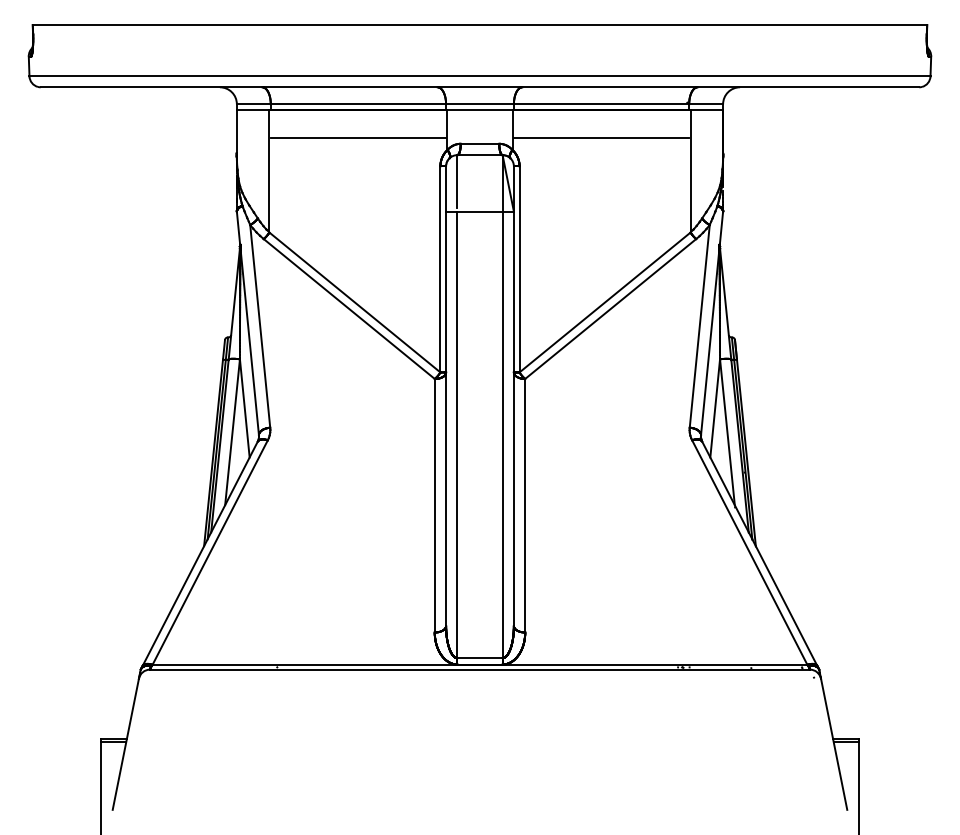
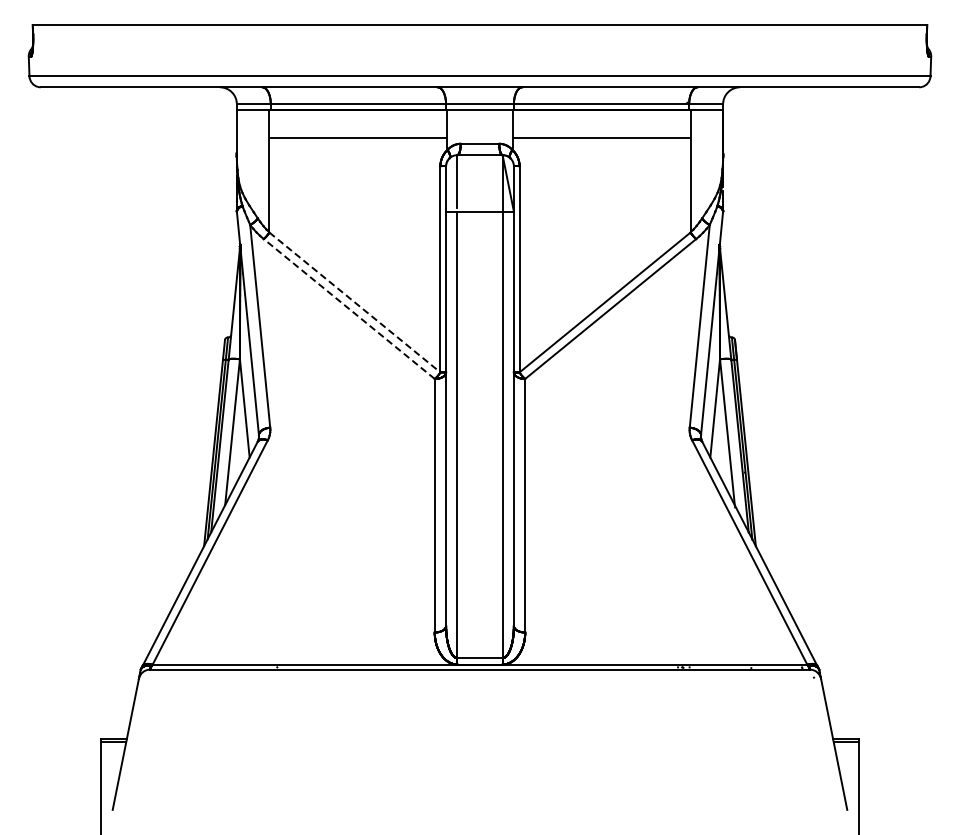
line at (355, 302): solid -> dashed
line at (348, 308): solid -> dashed
